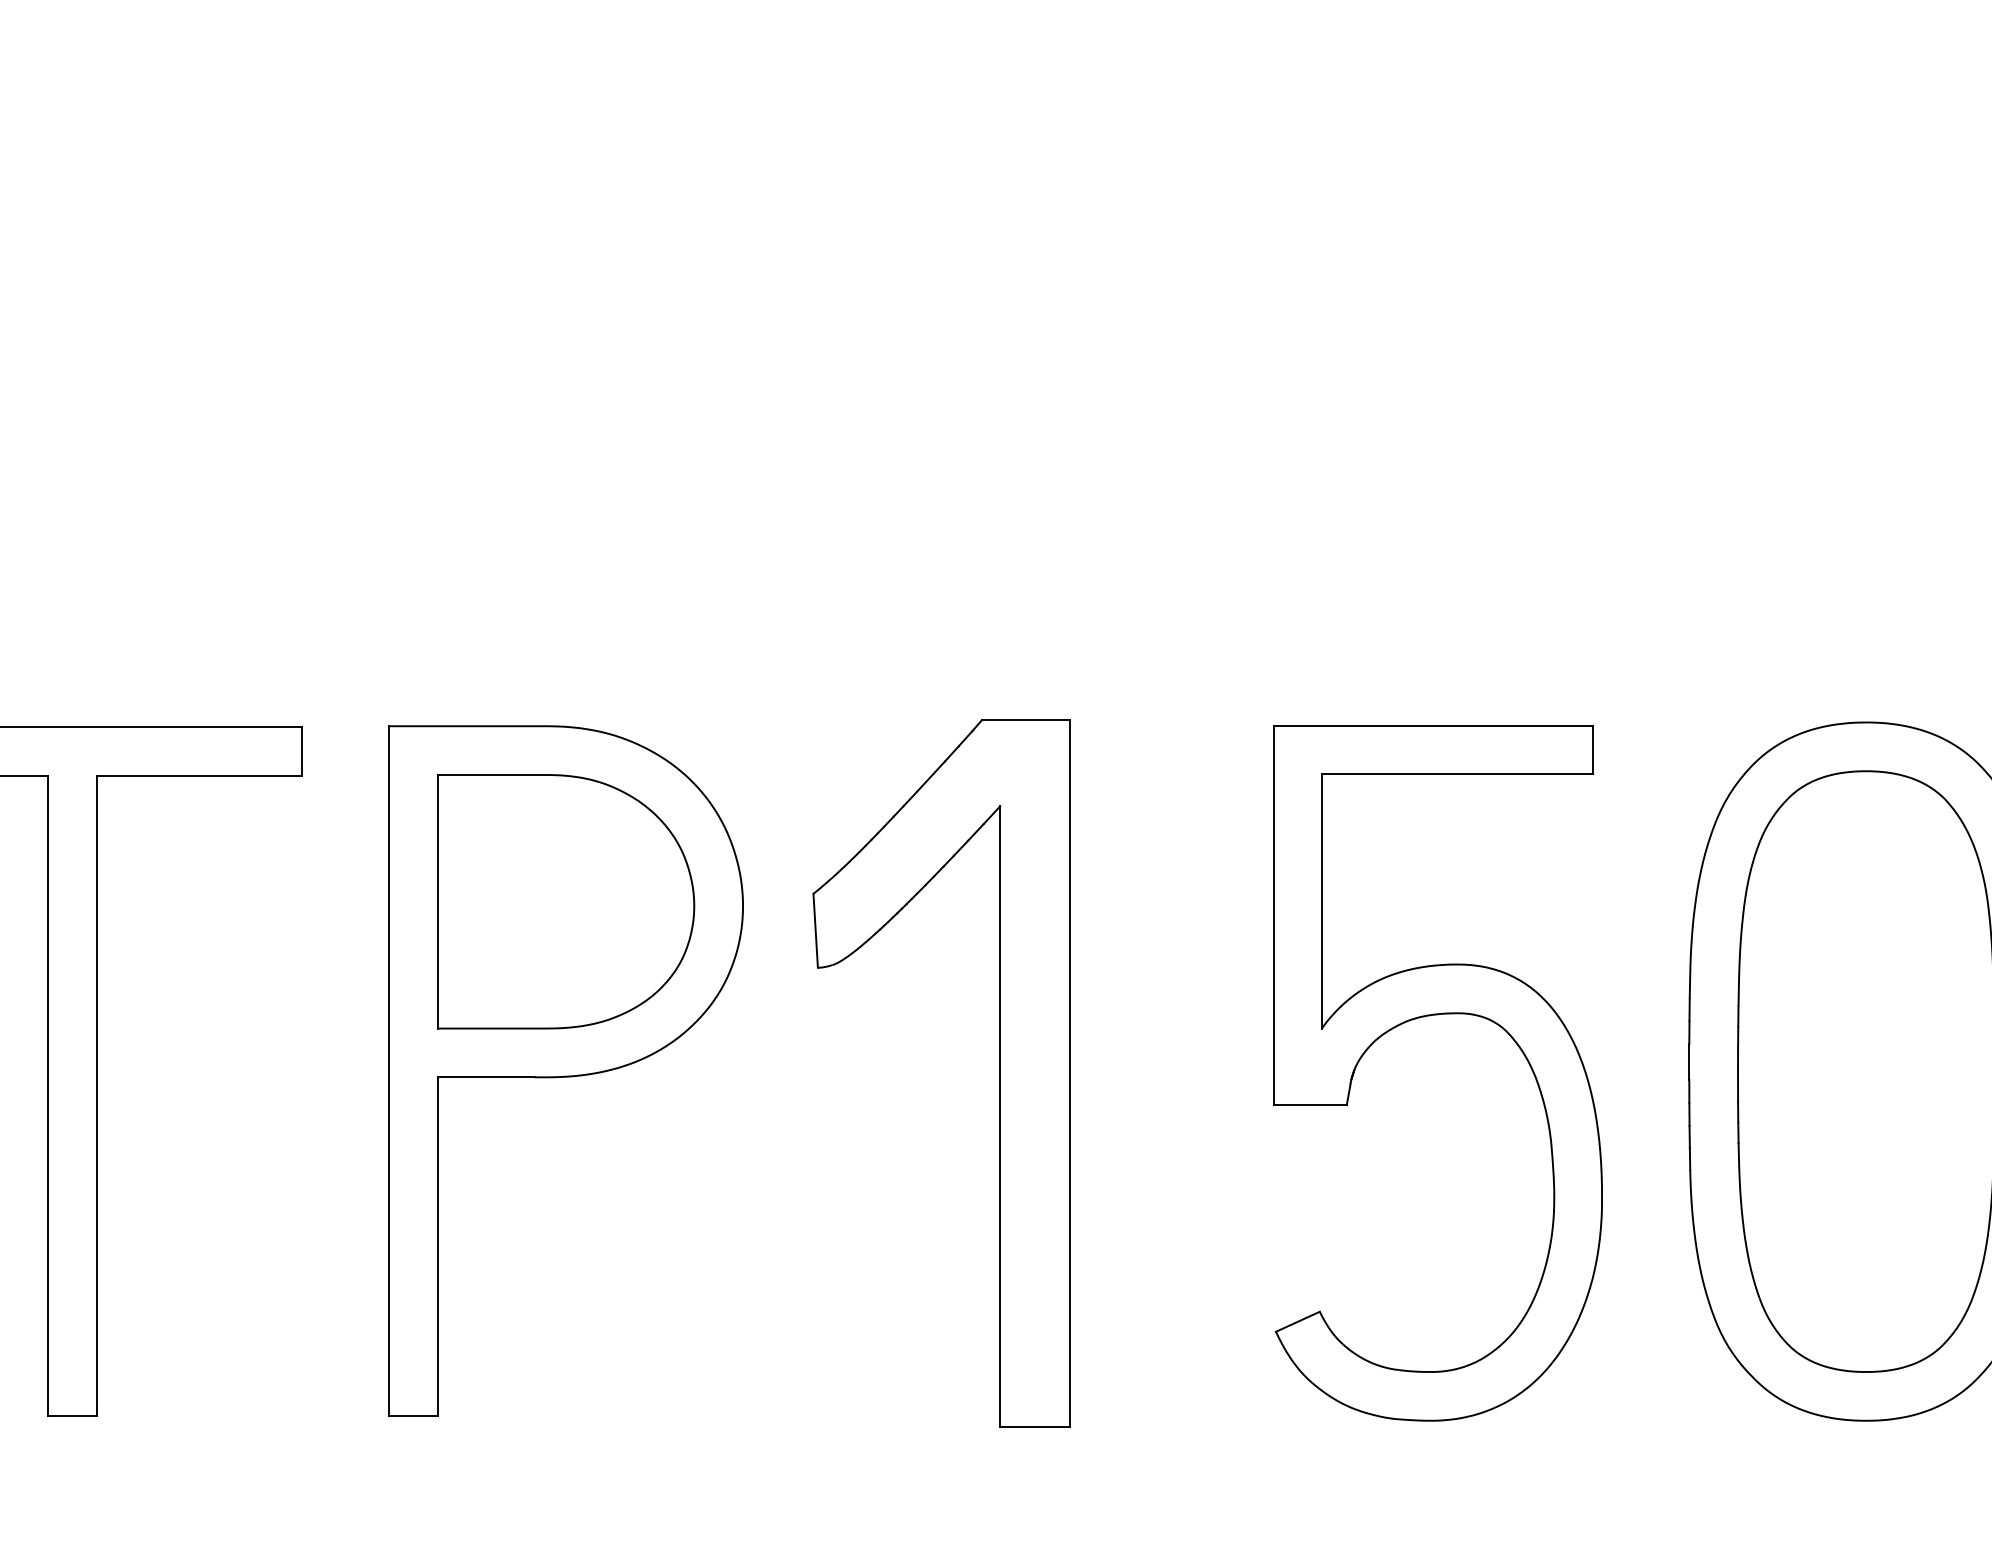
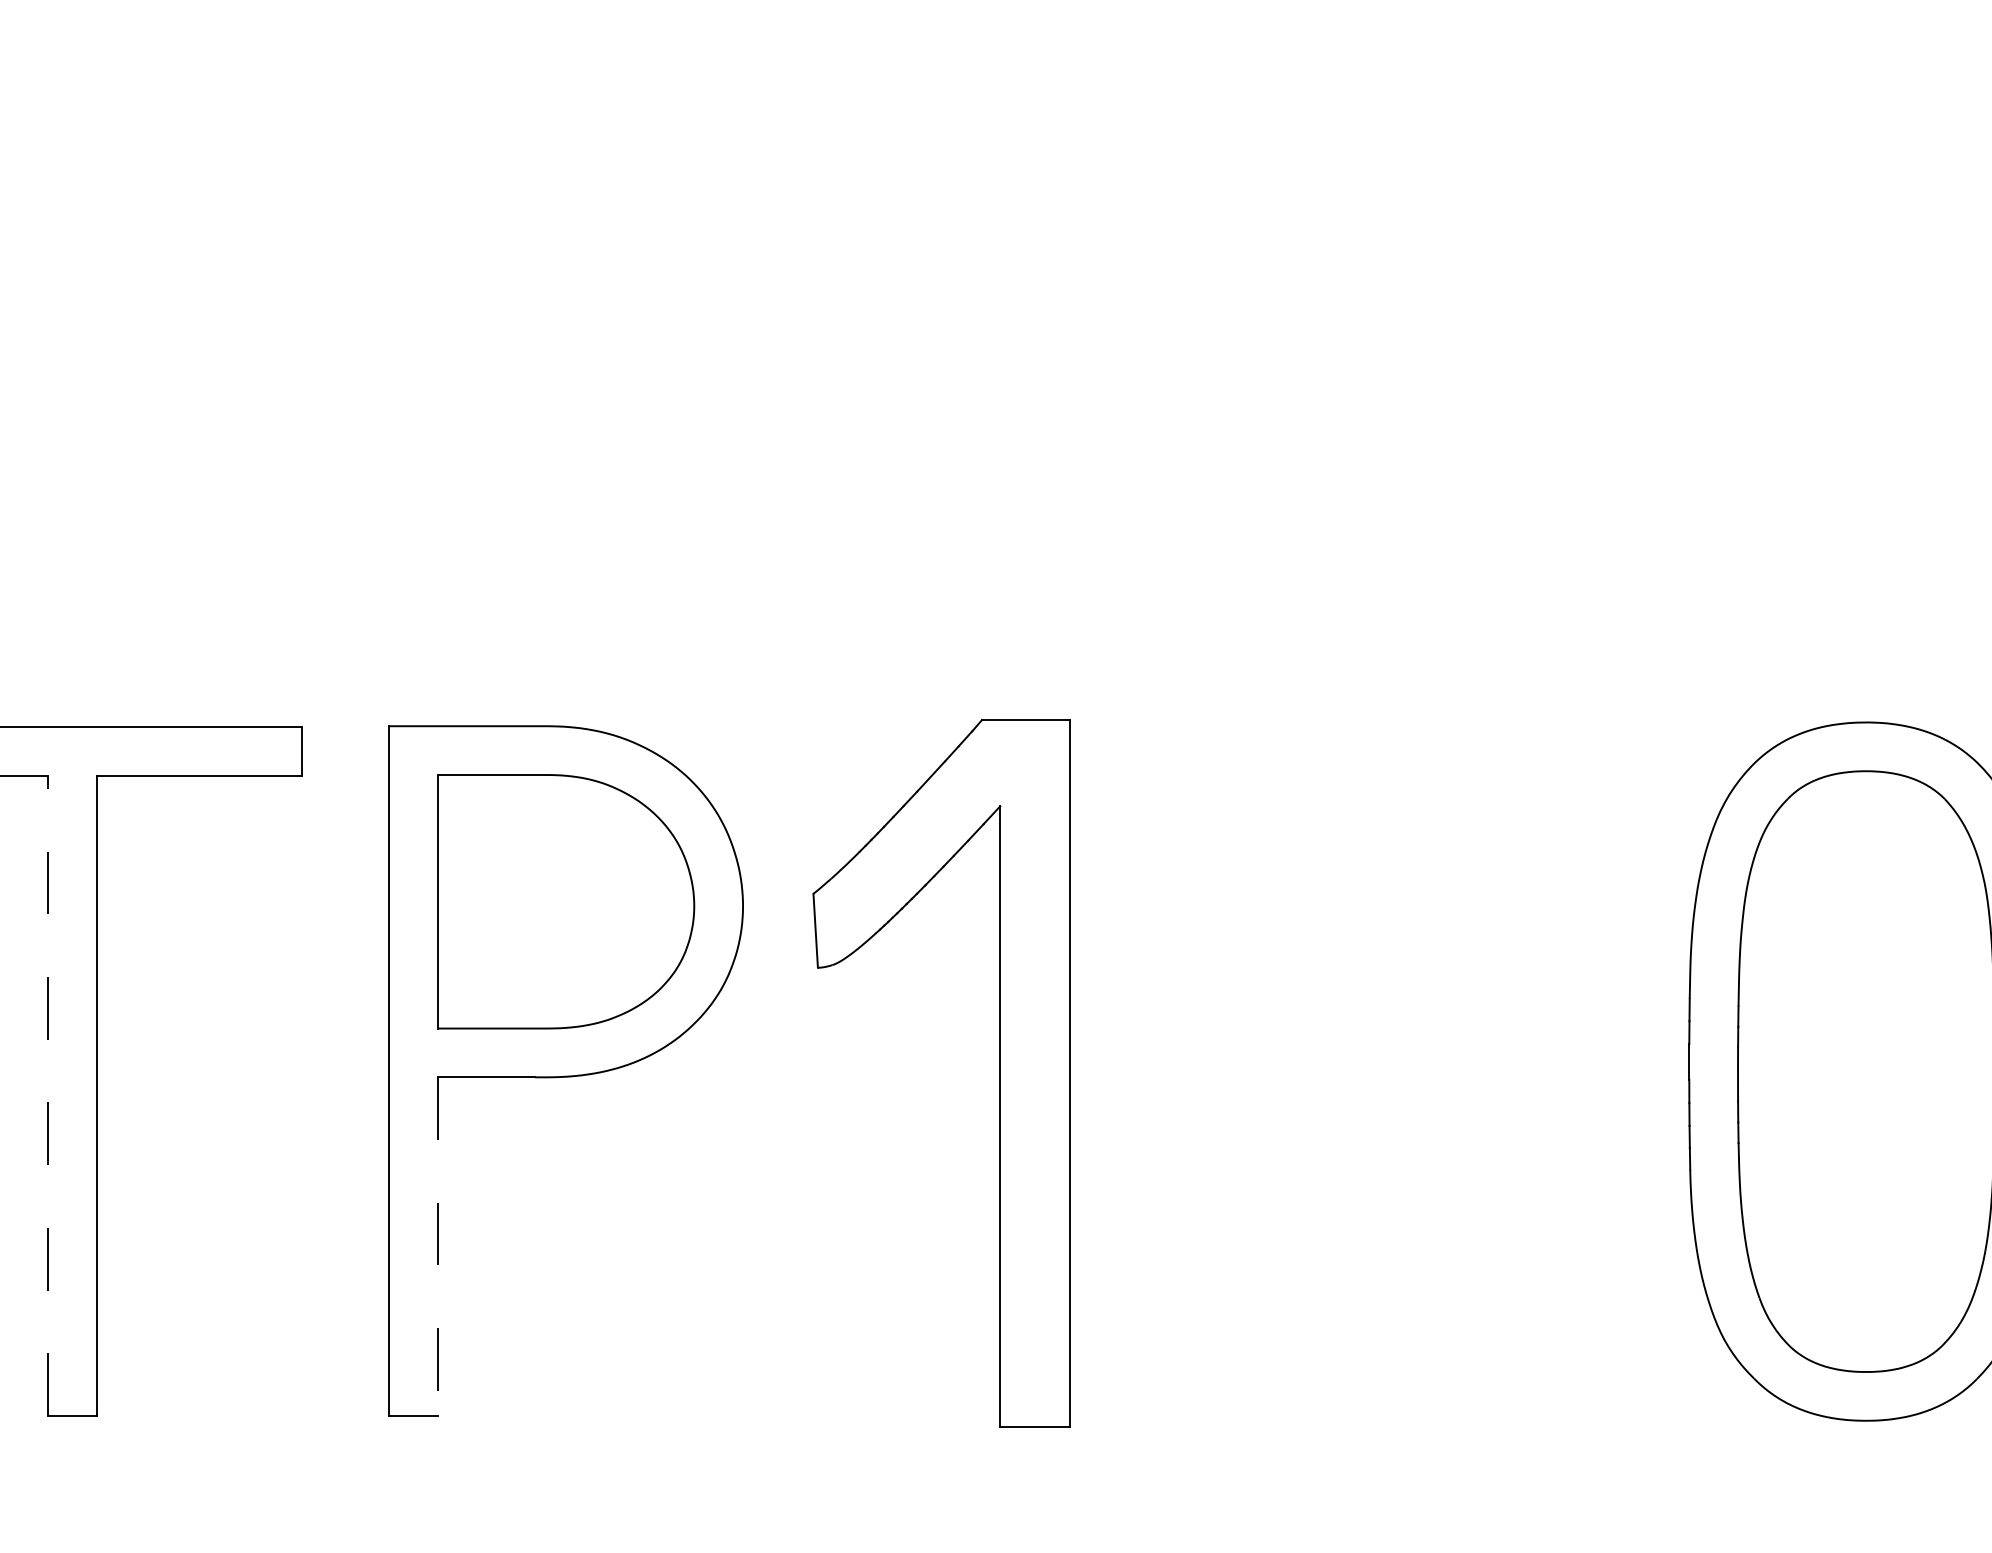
part at (1430, 1016): present -> none
line at (48, 1096): solid -> dashed
line at (437, 1247): solid -> dashed
